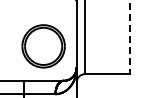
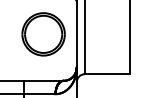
line at (129, 37): dashed -> solid
part at (43, 46) position: (43, 46) -> (43, 34)
